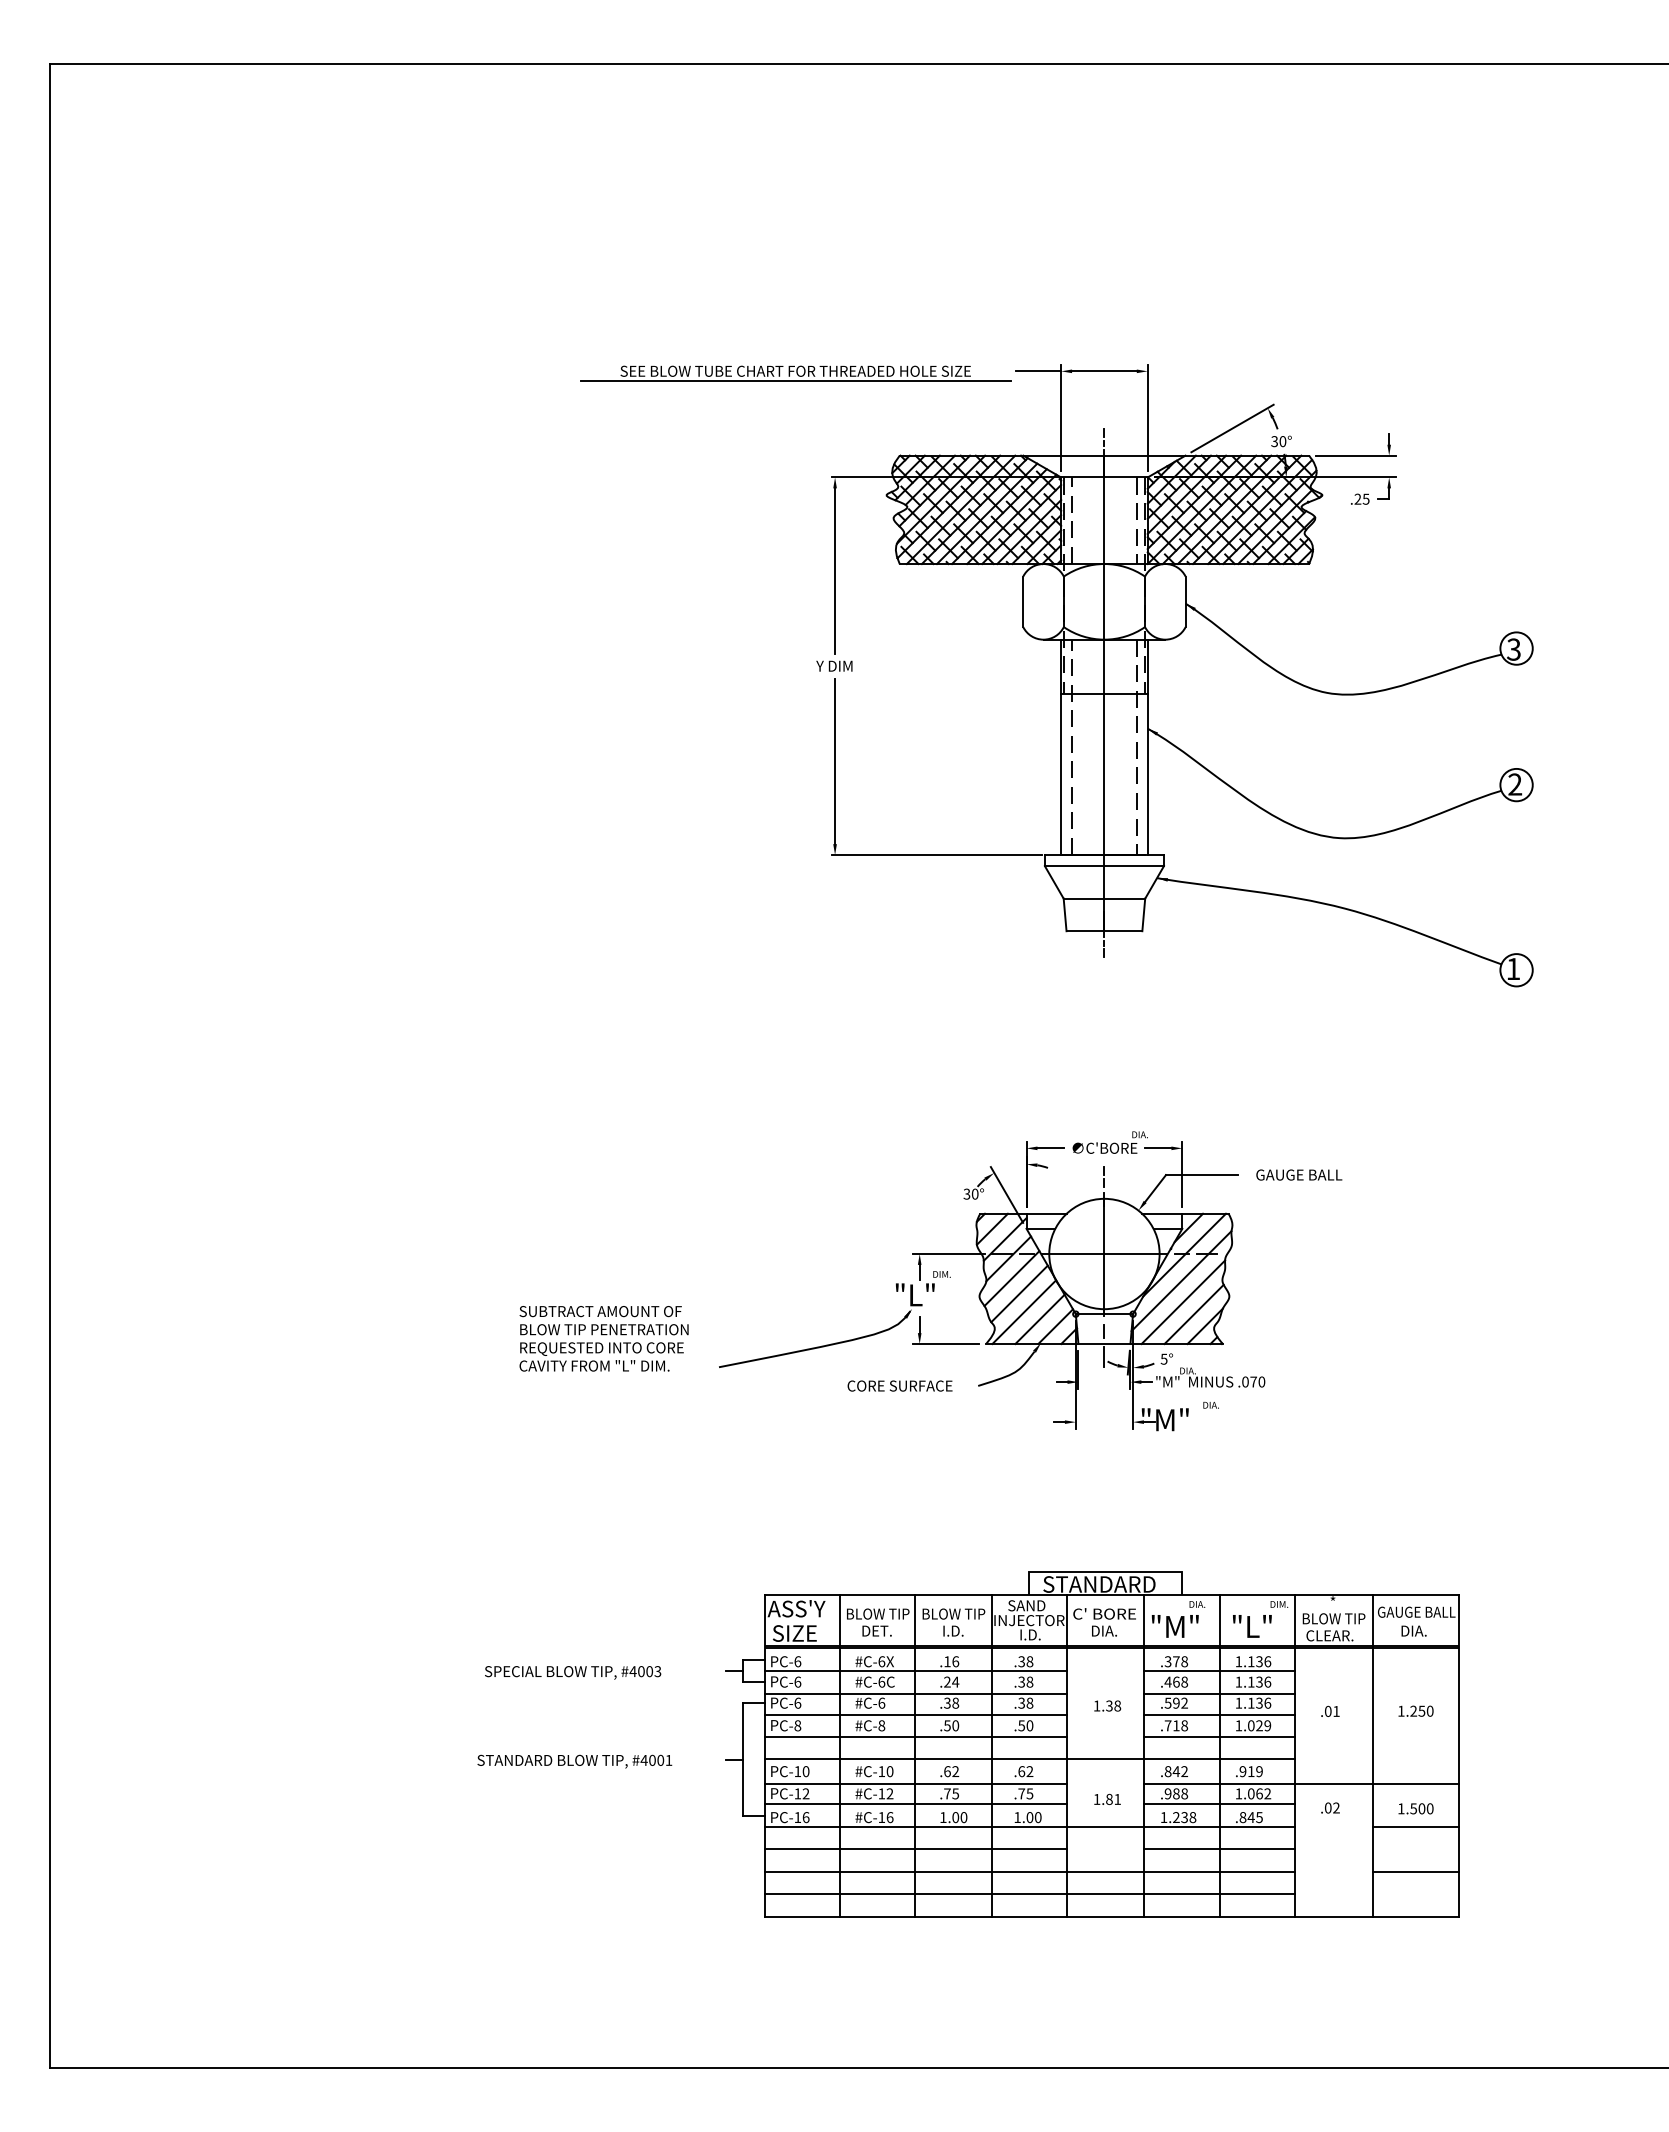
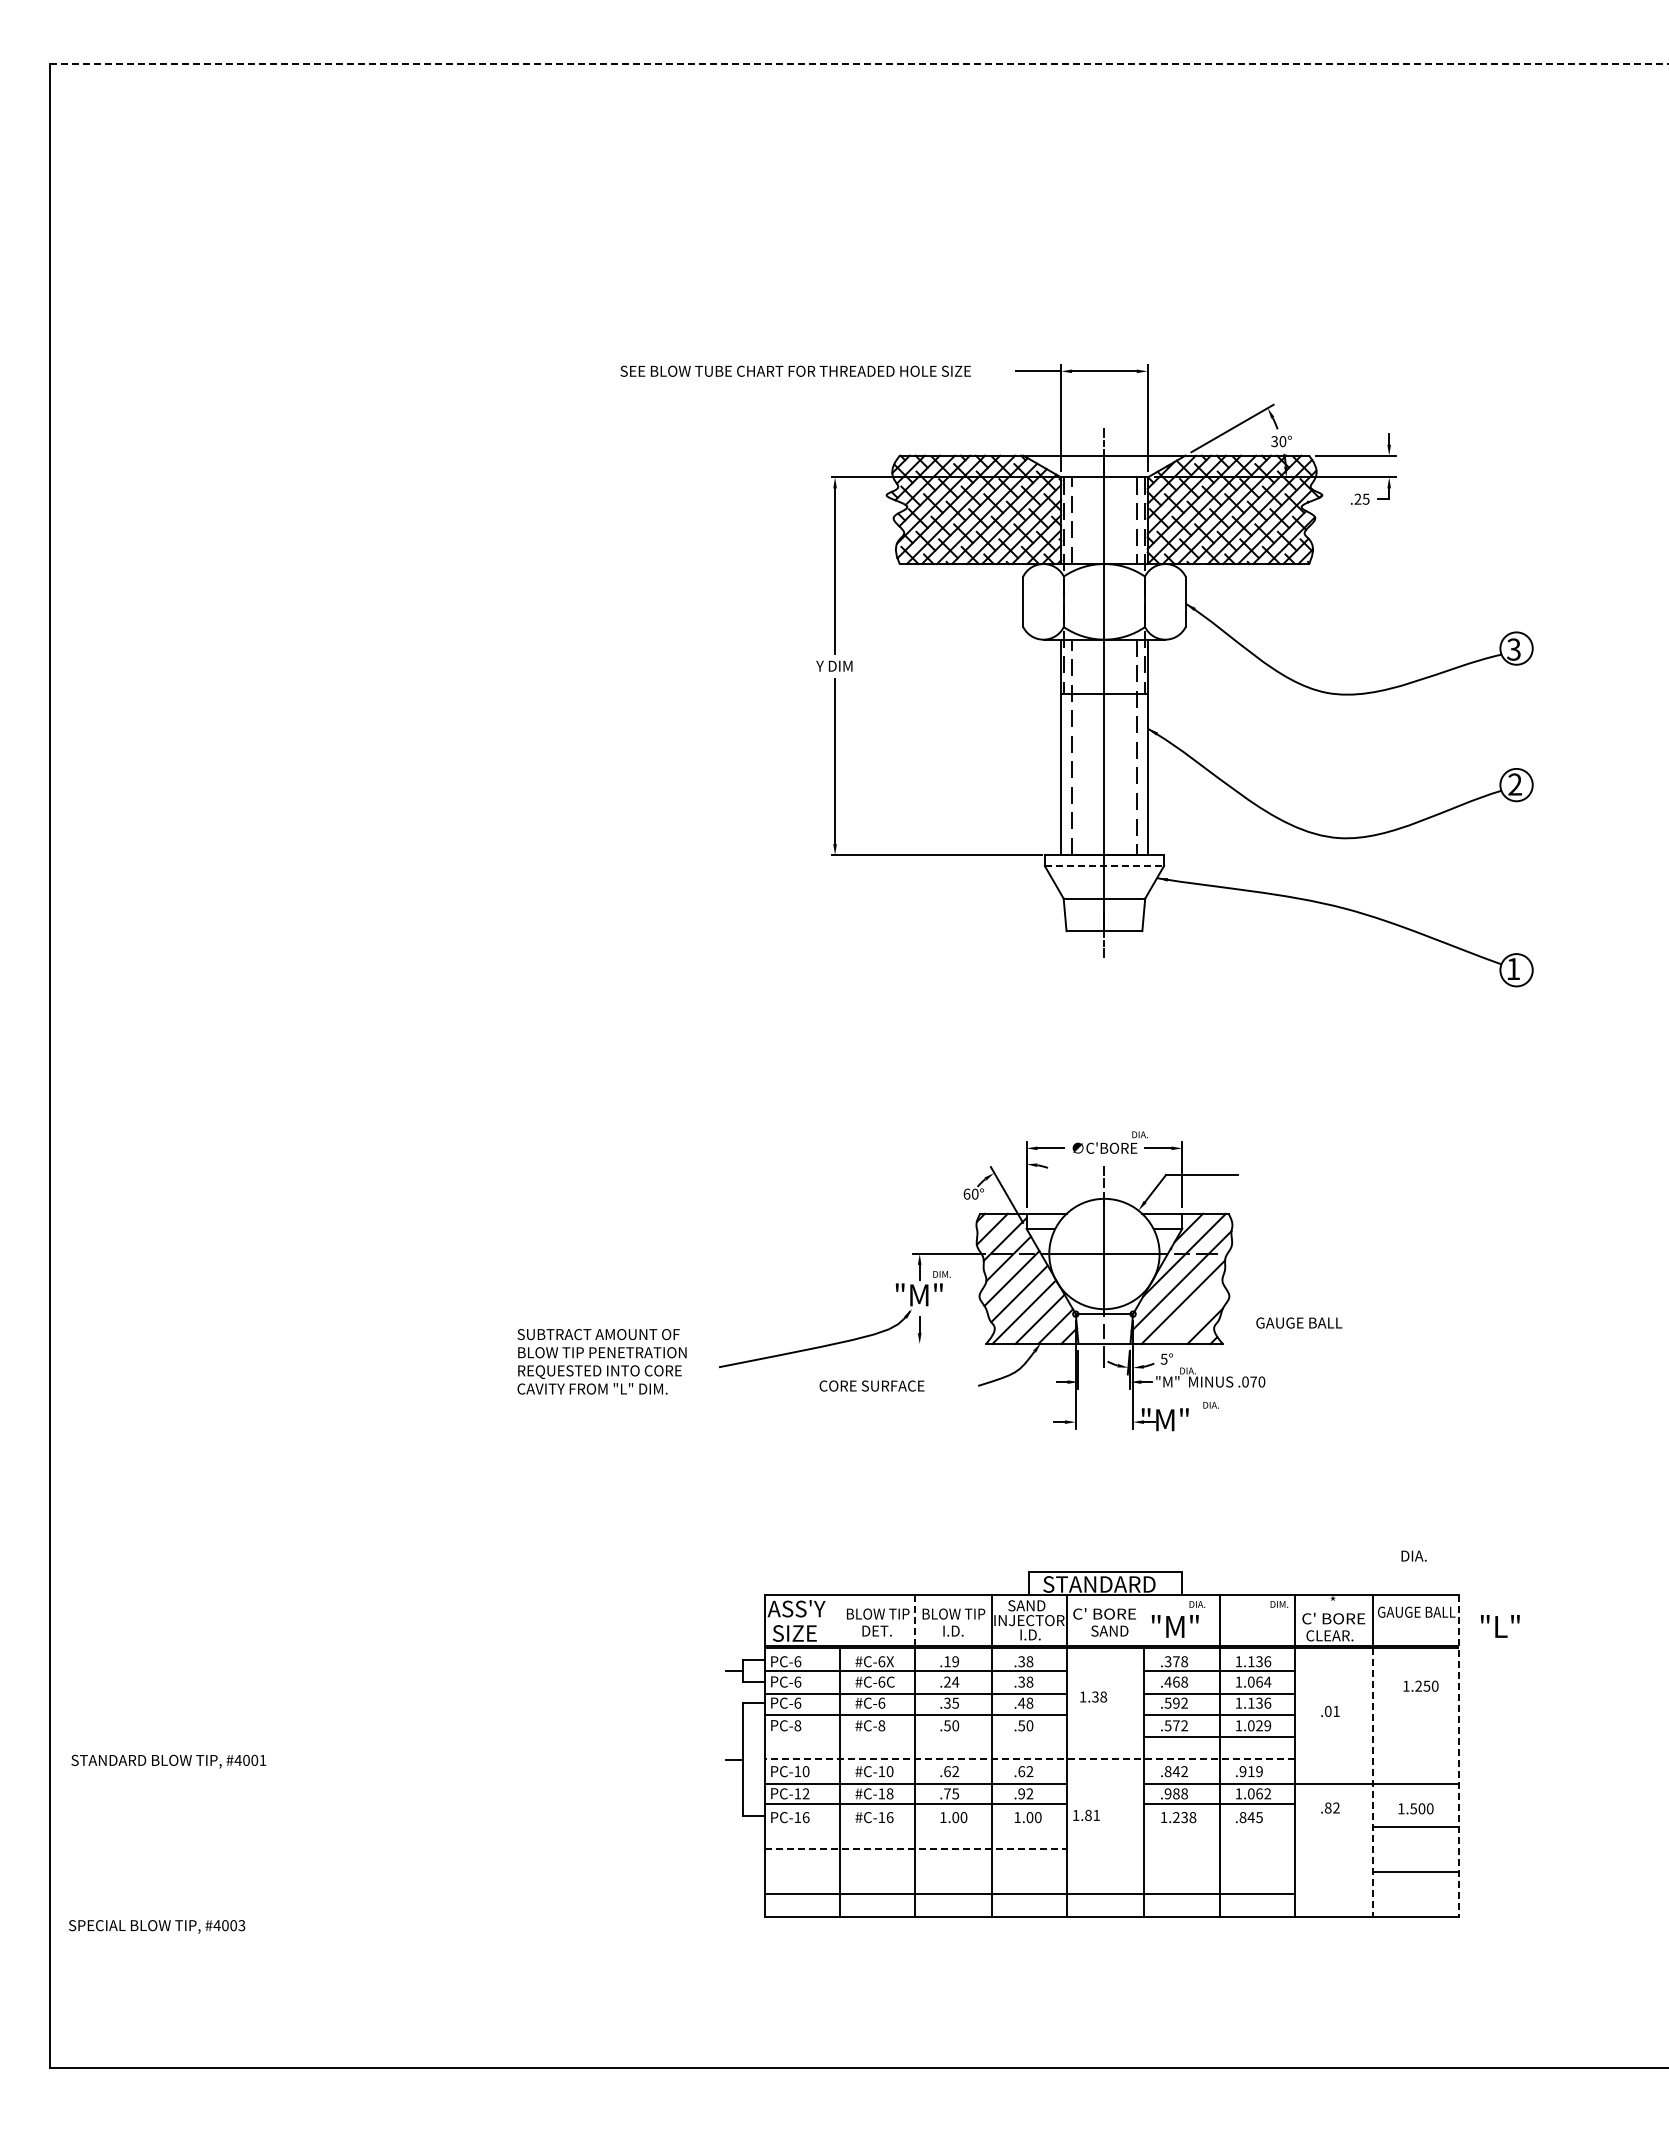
line at (859, 63): solid -> dashed
line at (796, 380): present -> none
line at (1104, 866): solid -> dashed
text at (1299, 1174) position: (1299, 1174) -> (1299, 1322)
text at (966, 1193): 30° -> 60°
text at (927, 1294): "L" -> "M"
line at (1193, 1314): present -> none
text at (603, 1338) position: (603, 1338) -> (601, 1361)
line at (945, 1344): present -> none
text at (899, 1385) position: (899, 1385) -> (871, 1385)
text at (1333, 1618): BLOW TIP -> C' BORE
line at (839, 1619): present -> none
line at (1144, 1619): present -> none
line at (915, 1620): solid -> dashed
text at (1252, 1626) position: (1252, 1626) -> (1500, 1626)
text at (1109, 1630): DIA. -> SAND
text at (1413, 1630) position: (1413, 1630) -> (1413, 1555)
text at (955, 1661): .16 -> .19
text at (573, 1672) position: (573, 1672) -> (157, 1926)
text at (1259, 1681): 1.136 -> 1.064
text at (955, 1702): .38 -> .35
text at (1021, 1702): .38 -> .48
text at (1107, 1705) position: (1107, 1705) -> (1093, 1696)
text at (1415, 1710) position: (1415, 1710) -> (1420, 1685)
text at (1176, 1725): .718 -> .572
line at (915, 1737): present -> none
line at (1459, 1755): solid -> dashed
line at (1029, 1758): solid -> dashed
text at (574, 1761) position: (574, 1761) -> (168, 1761)
line at (1372, 1782): solid -> dashed
text at (889, 1793): #C-12 -> #C-18
text at (1025, 1793): .75 -> .92
text at (1107, 1798) position: (1107, 1798) -> (1086, 1814)
text at (1327, 1808): .02 -> .82
line at (1029, 1826): present -> none
line at (916, 1849): solid -> dashed
line at (1219, 1849): present -> none
line at (1029, 1871): present -> none
